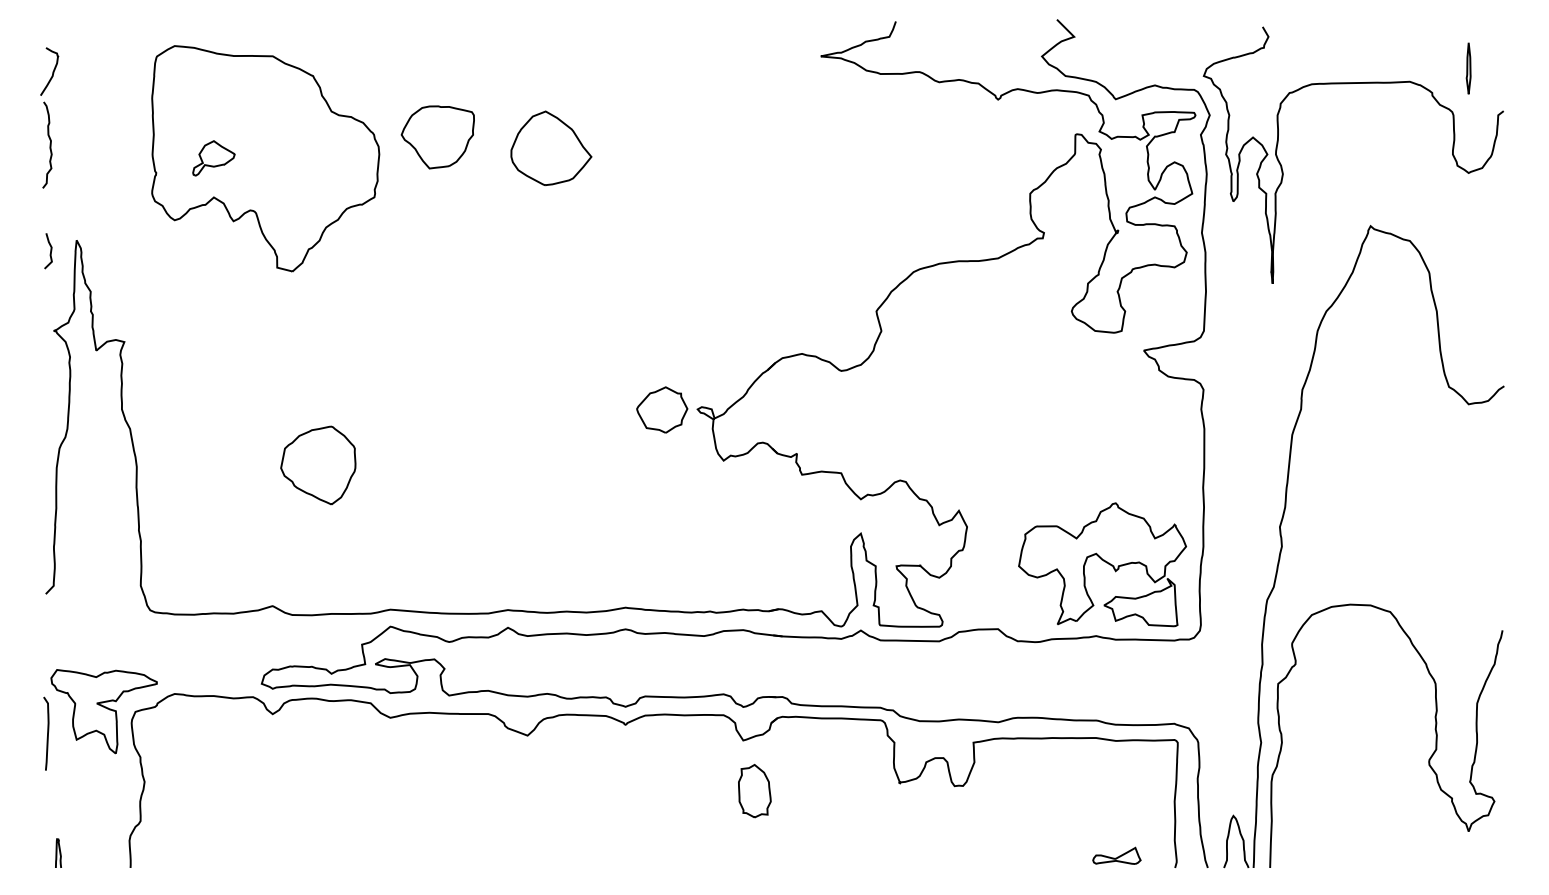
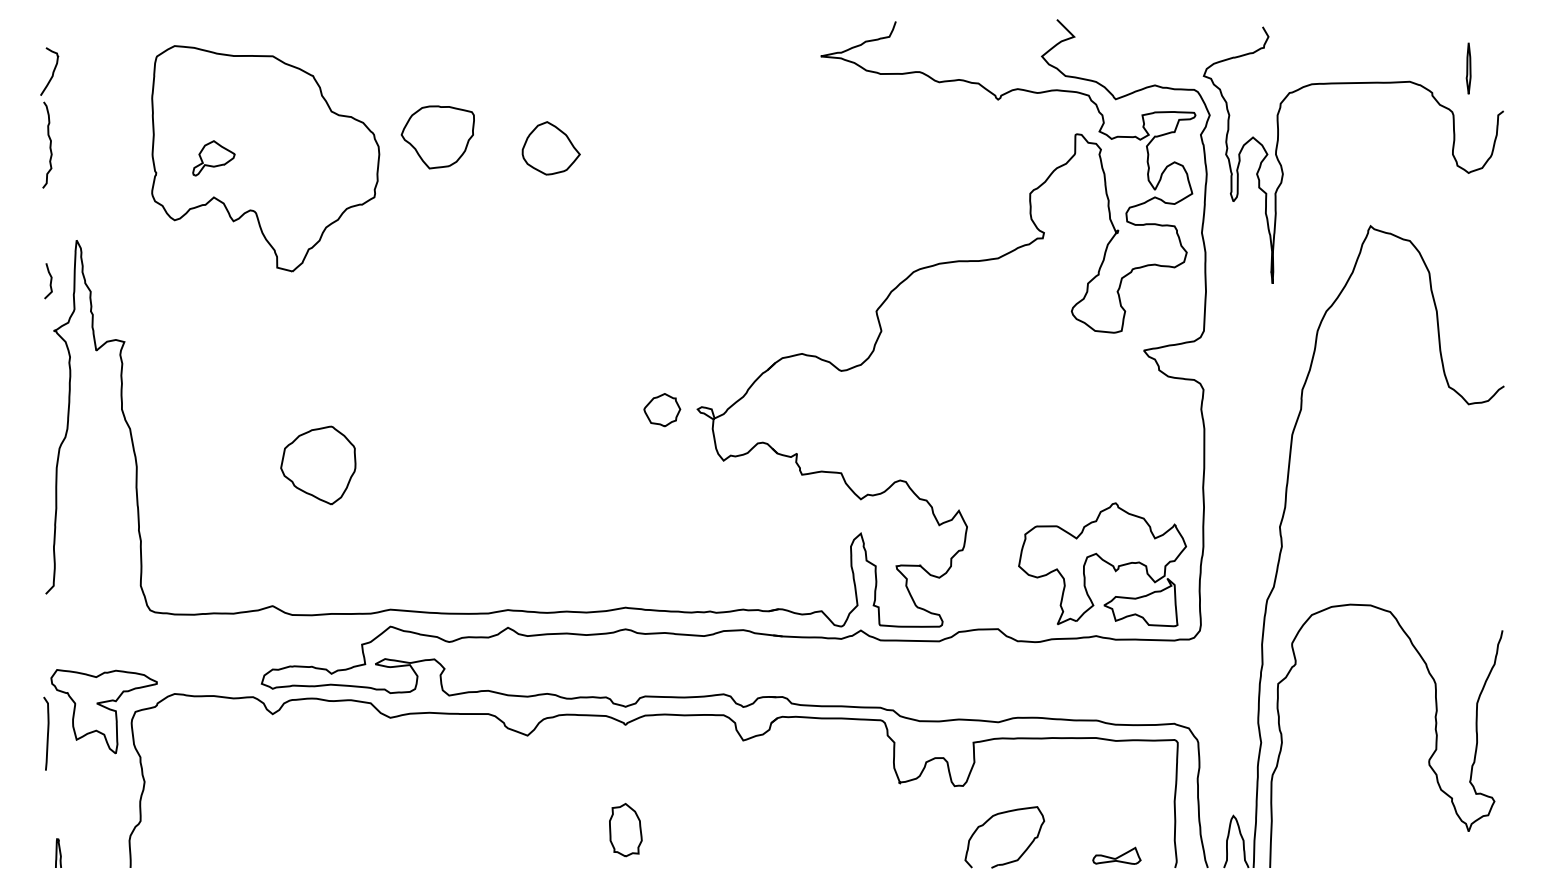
part at (551, 148) size: 83x77 px -> 60x55 px
curve at (50, 251) position: (50, 251) -> (50, 281)
part at (662, 409) size: 53x48 px -> 39x35 px
part at (754, 791) position: (754, 791) -> (625, 830)
part at (988, 821): none -> present
